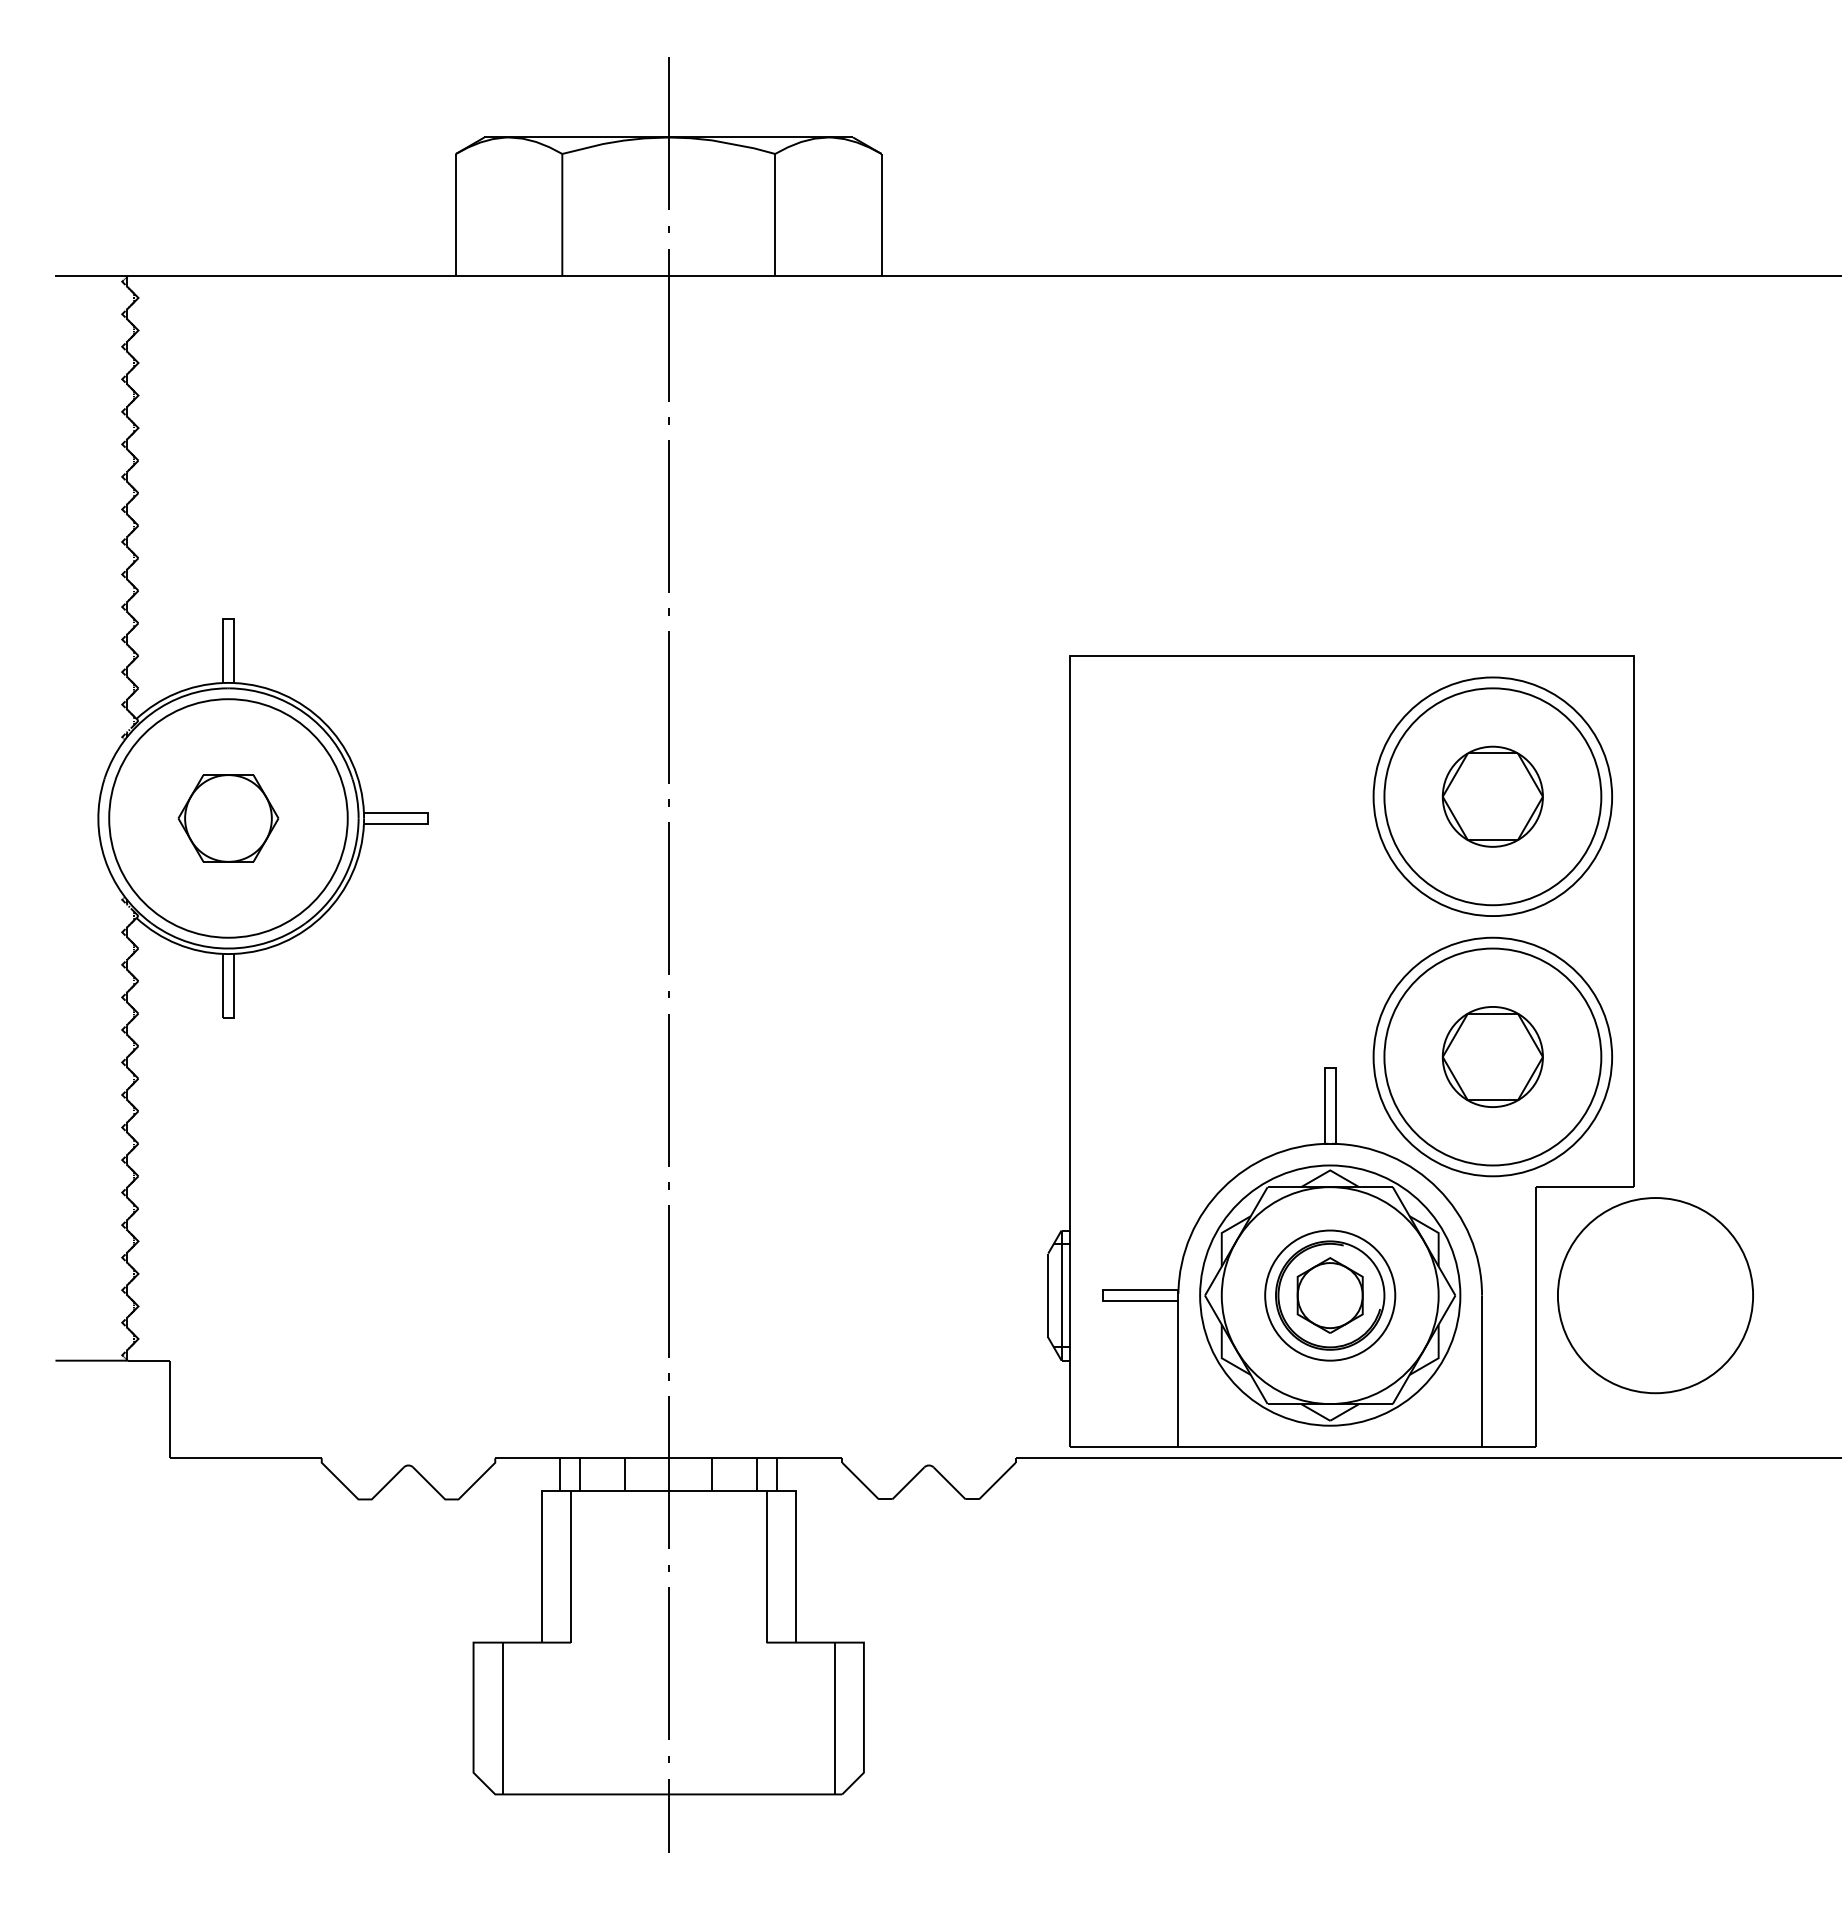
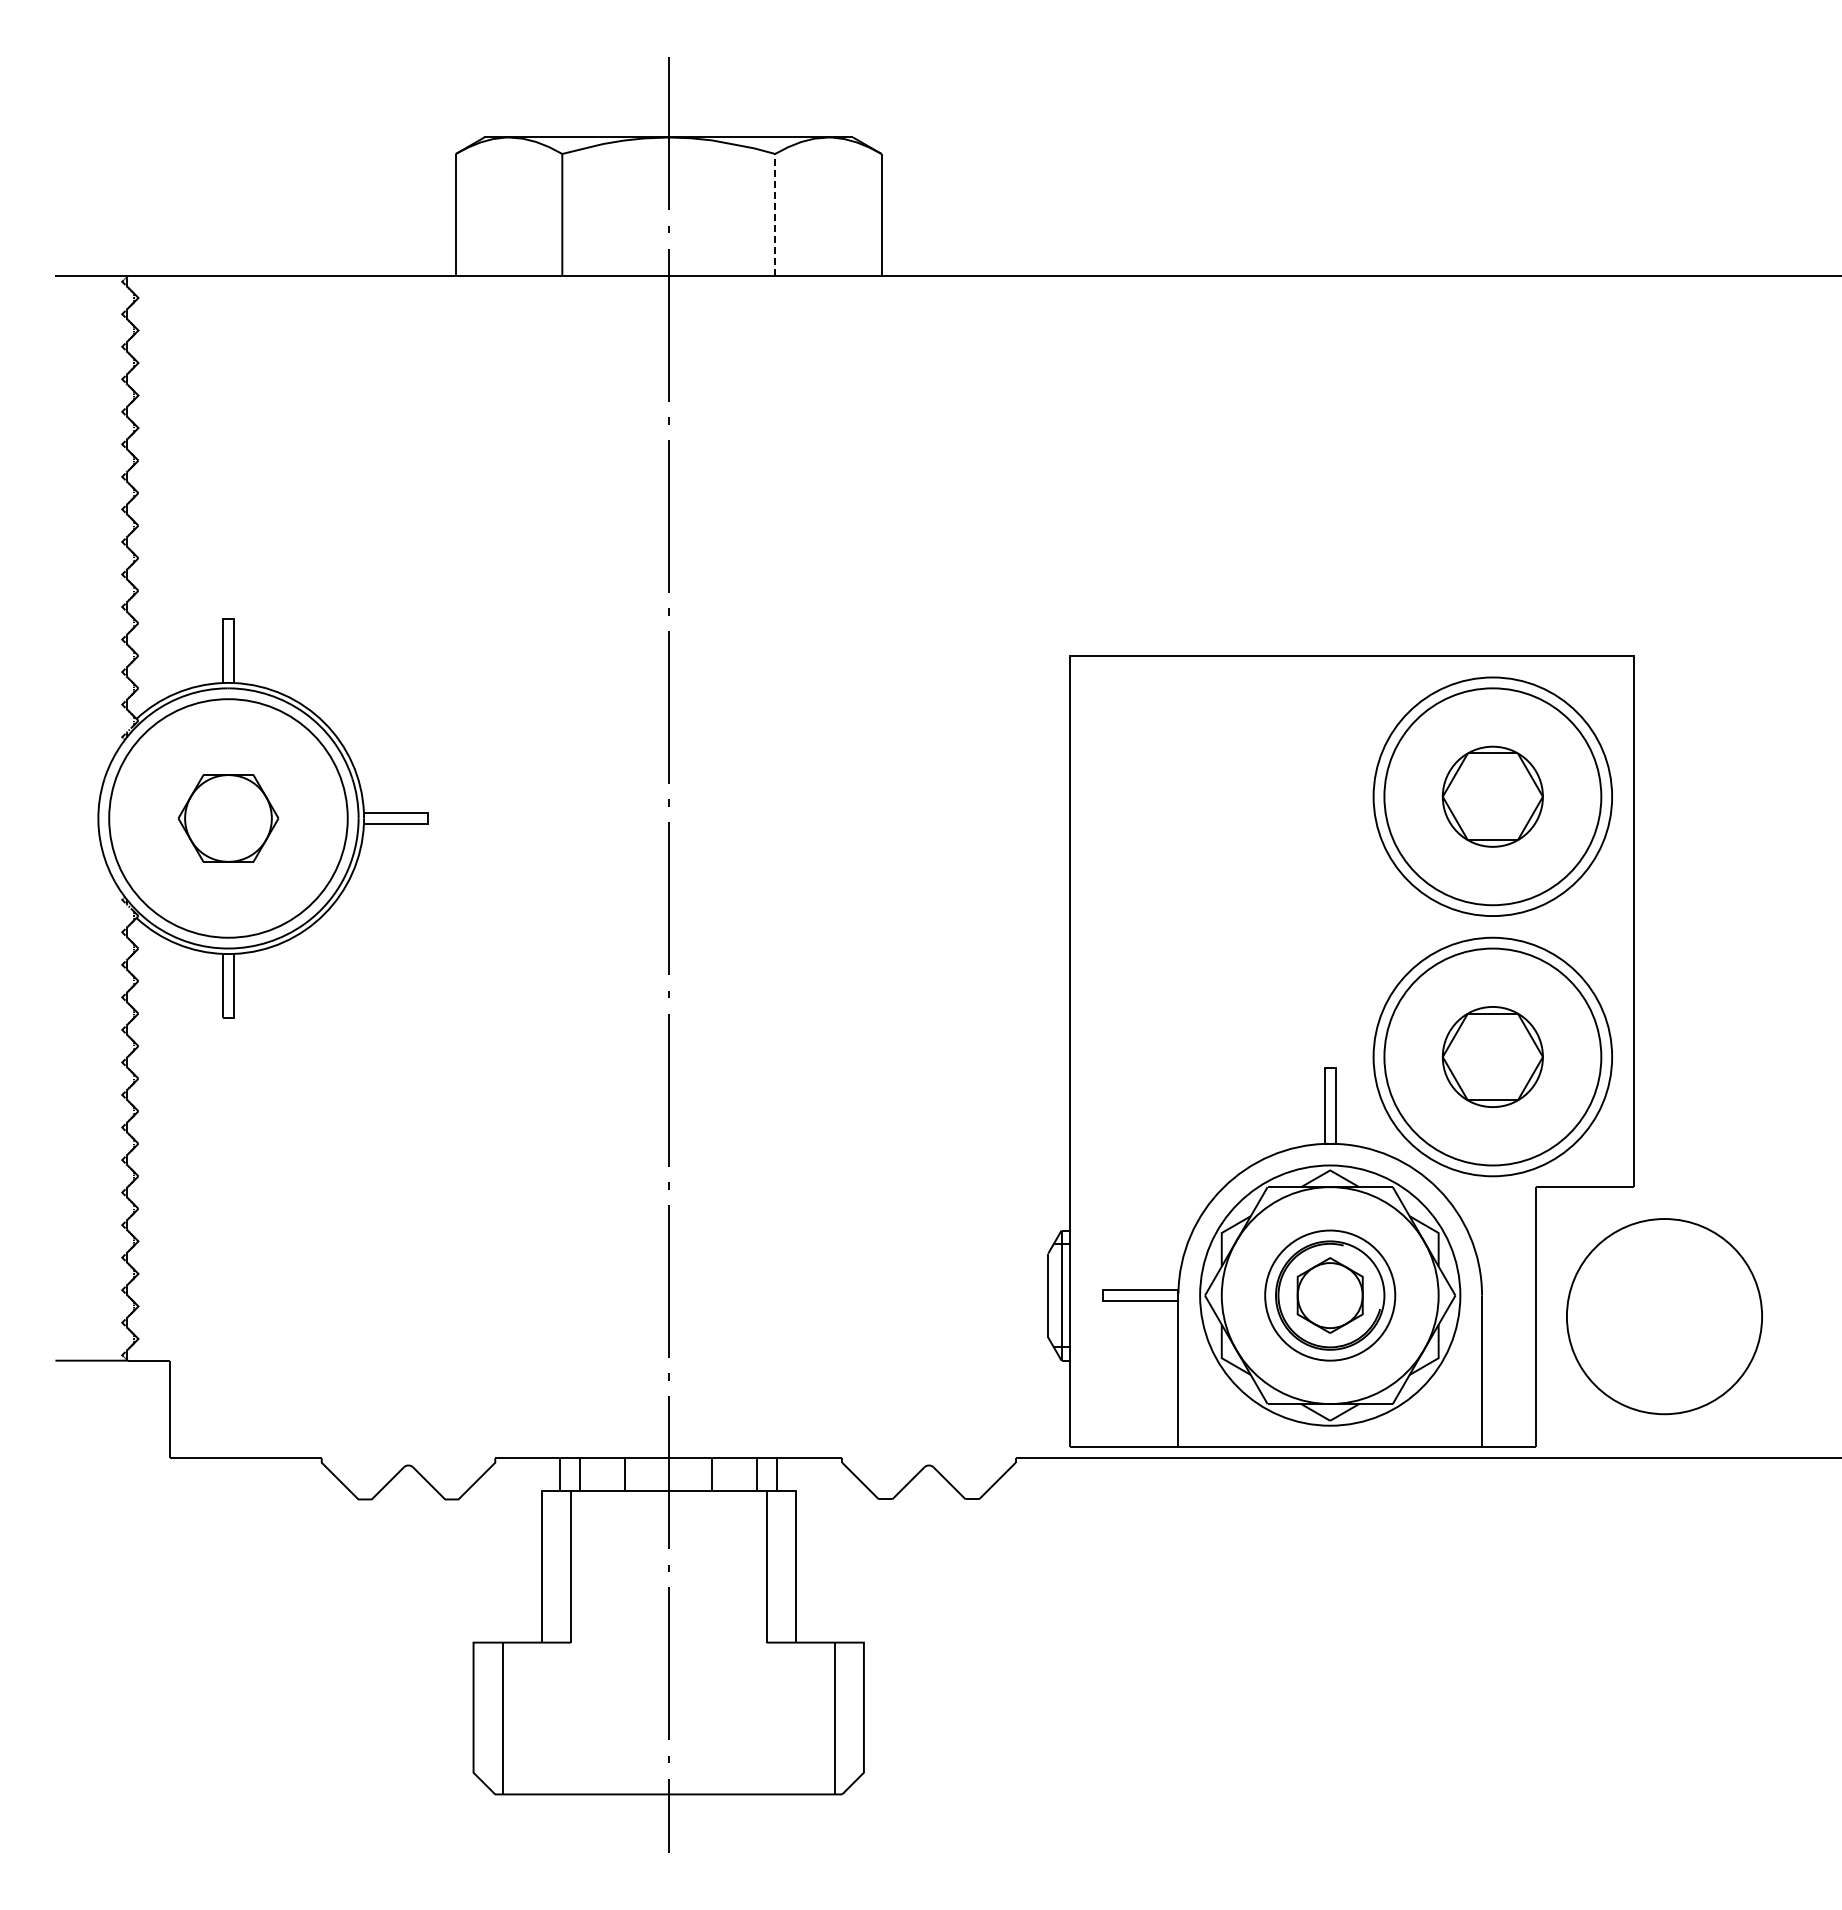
line at (775, 214): solid -> dashed
part at (1655, 1295) position: (1655, 1295) -> (1664, 1316)
